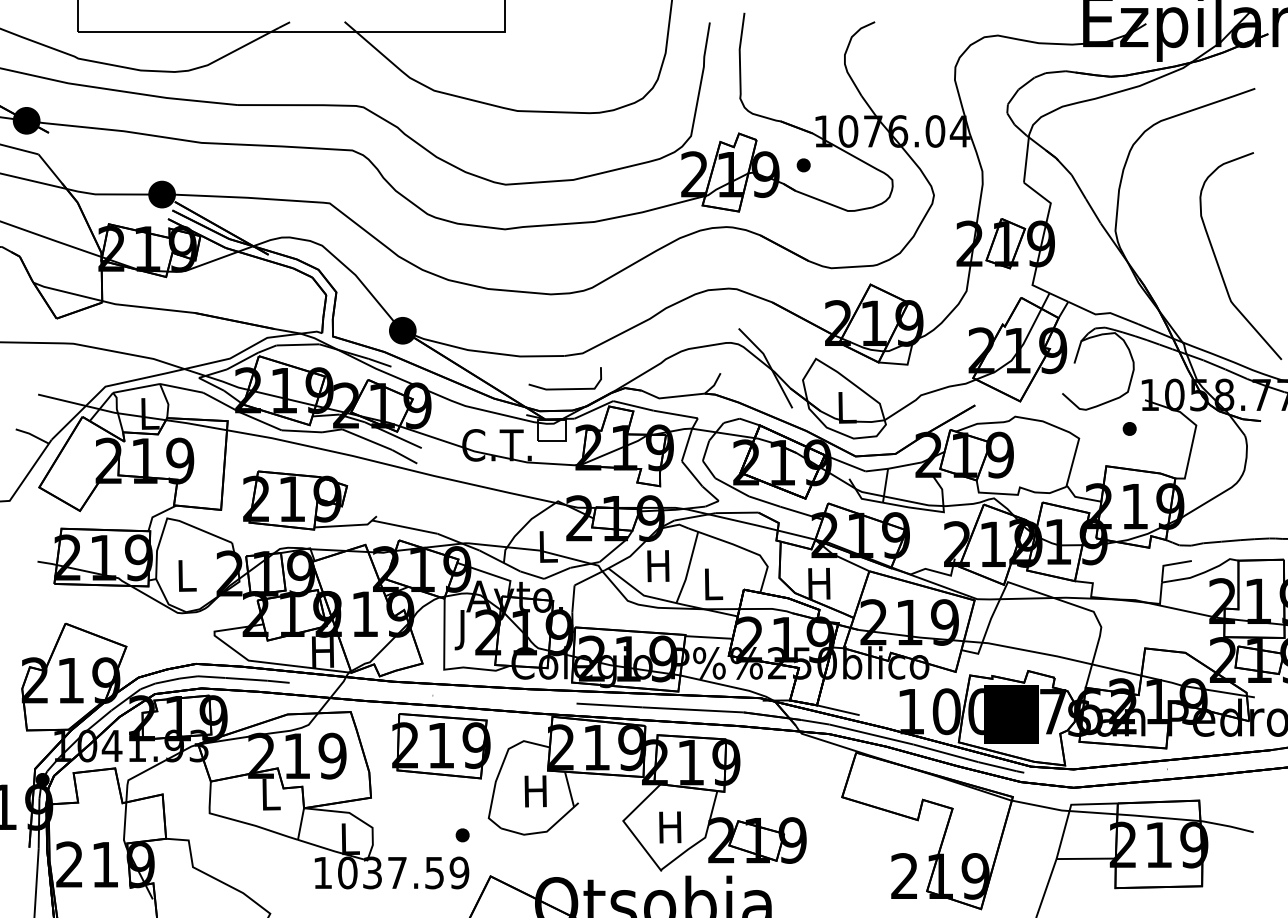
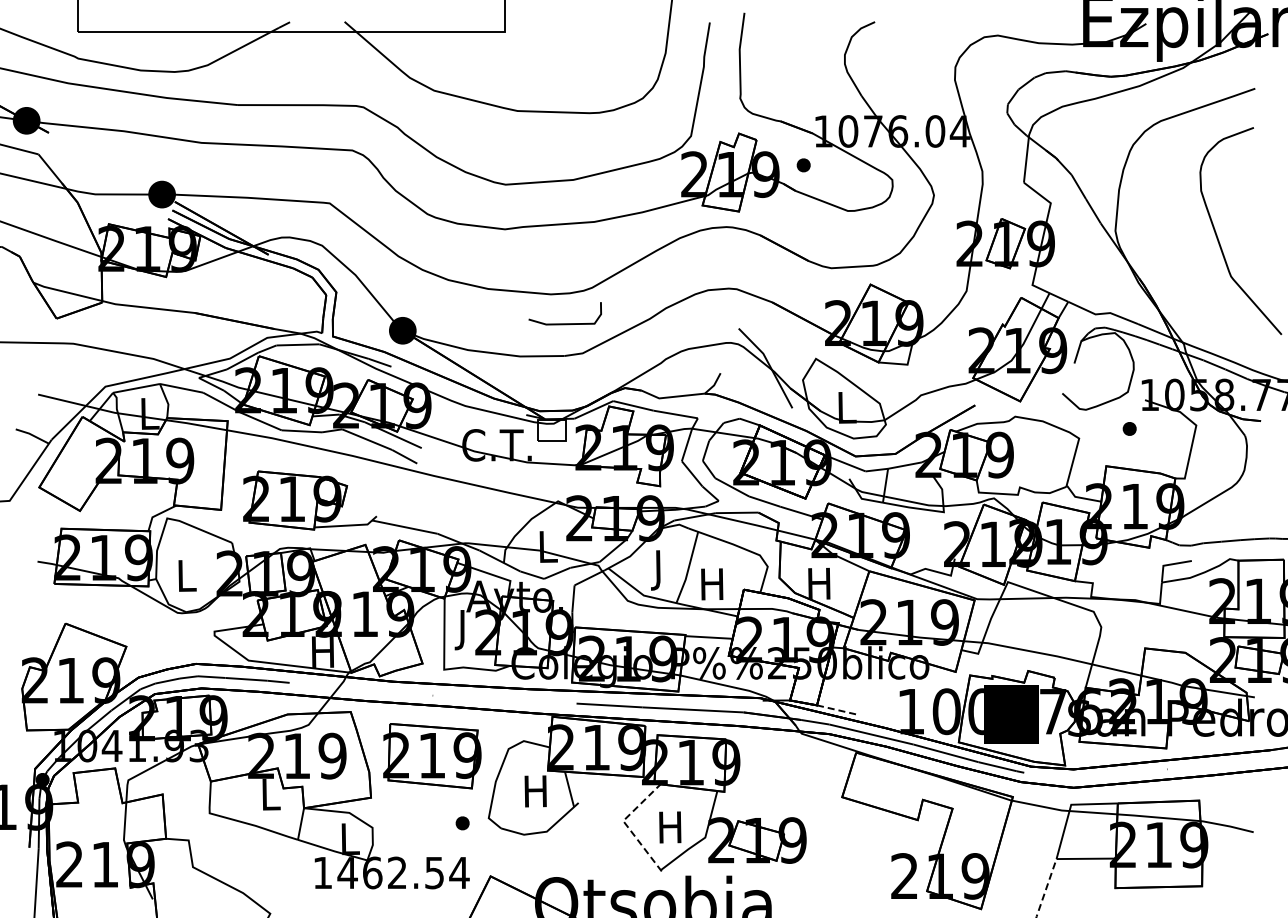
curve at (1218, 262) position: (1218, 262) -> (1218, 237)
line at (564, 388) position: (564, 388) -> (564, 323)
text at (658, 570): H -> J
text at (712, 584): L -> H
line at (838, 710): solid -> dashed
part at (441, 746) position: (441, 746) -> (432, 756)
line at (626, 824): solid -> dashed
part at (462, 835) position: (462, 835) -> (462, 823)
text at (403, 872): 1037.59 -> 1462.54
line at (1046, 888): solid -> dashed
